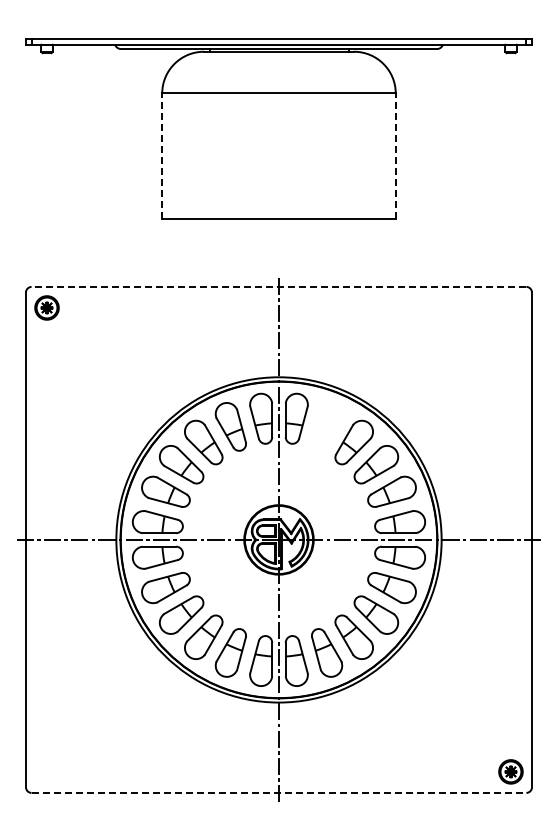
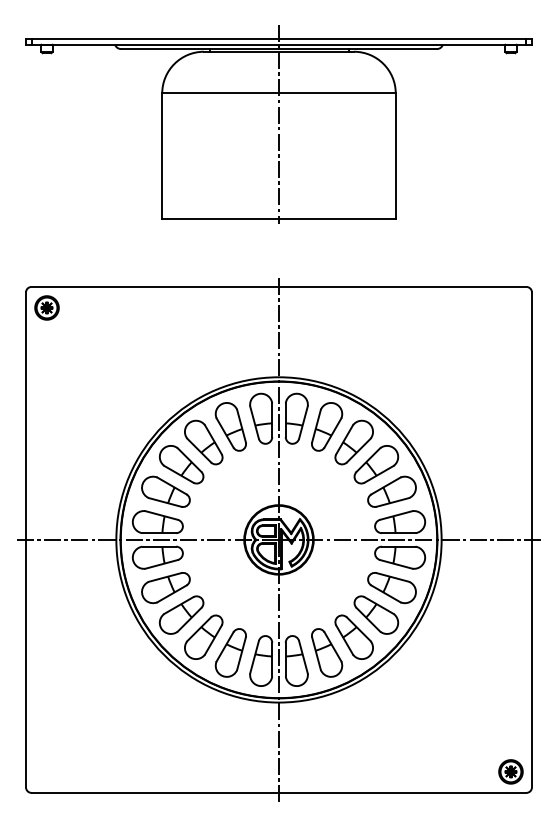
line at (279, 124): none -> present
line at (162, 156): dashed -> solid
line at (395, 156): dashed -> solid
line at (278, 286): dashed -> solid
part at (327, 426): none -> present
line at (279, 792): dashed -> solid
